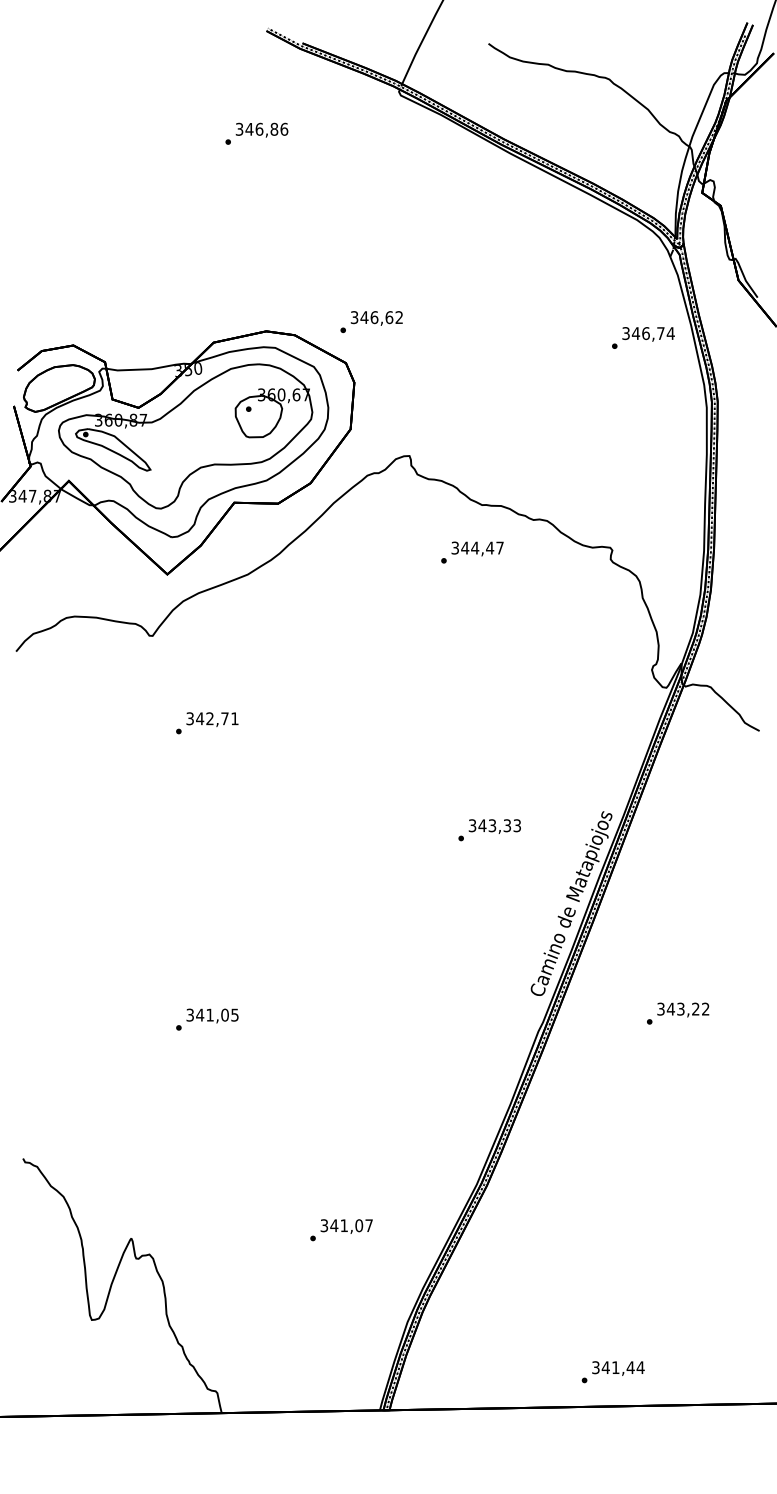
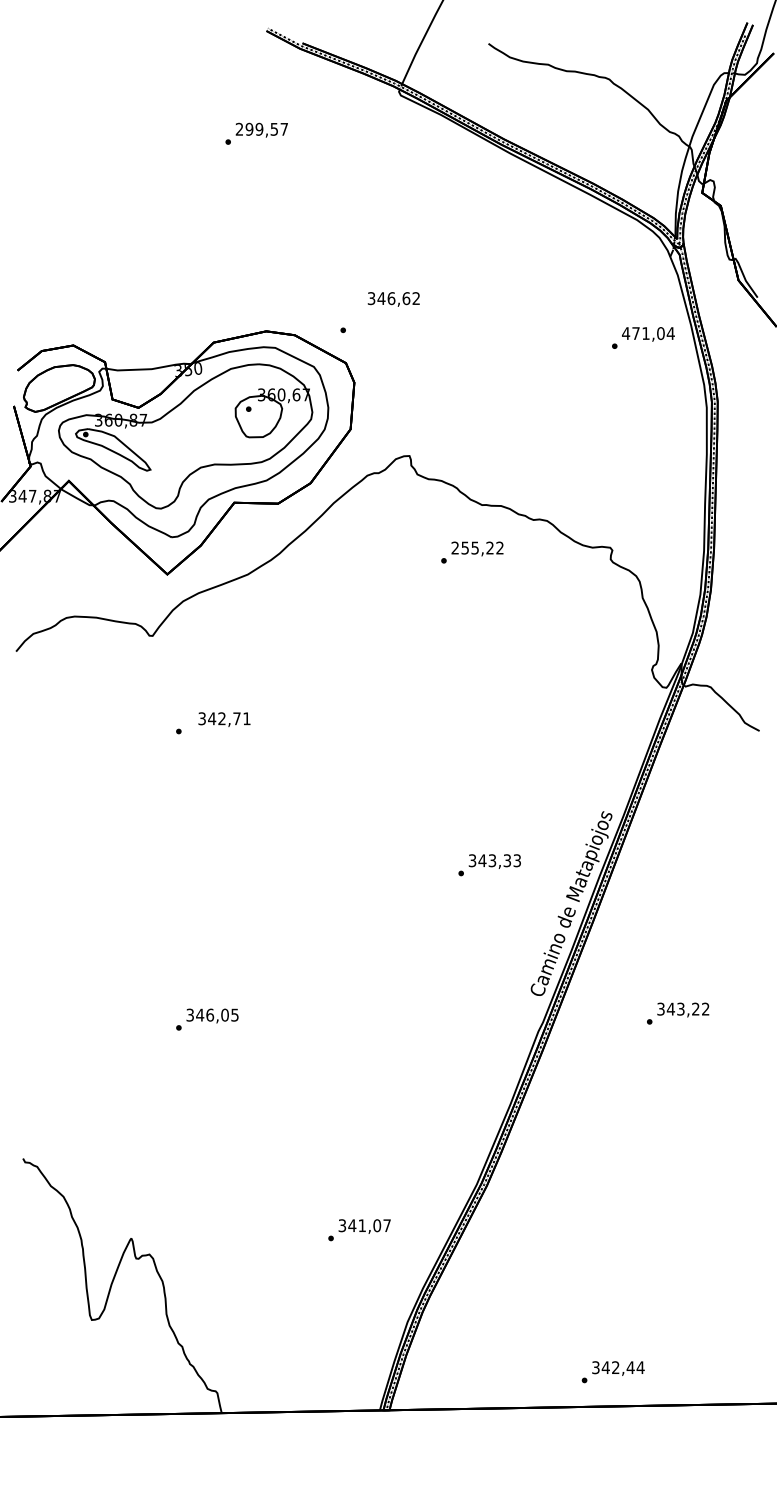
text at (261, 128): 346,86 -> 299,57
text at (376, 318) position: (376, 318) -> (393, 299)
text at (643, 333): 346,74 -> 471,04
text at (477, 547): 344,47 -> 255,22
text at (212, 719) position: (212, 719) -> (224, 719)
text at (489, 830) position: (489, 830) -> (489, 865)
text at (210, 1014): 341,05 -> 346,05
text at (341, 1230) position: (341, 1230) -> (359, 1230)
text at (615, 1367): 341,44 -> 342,44
